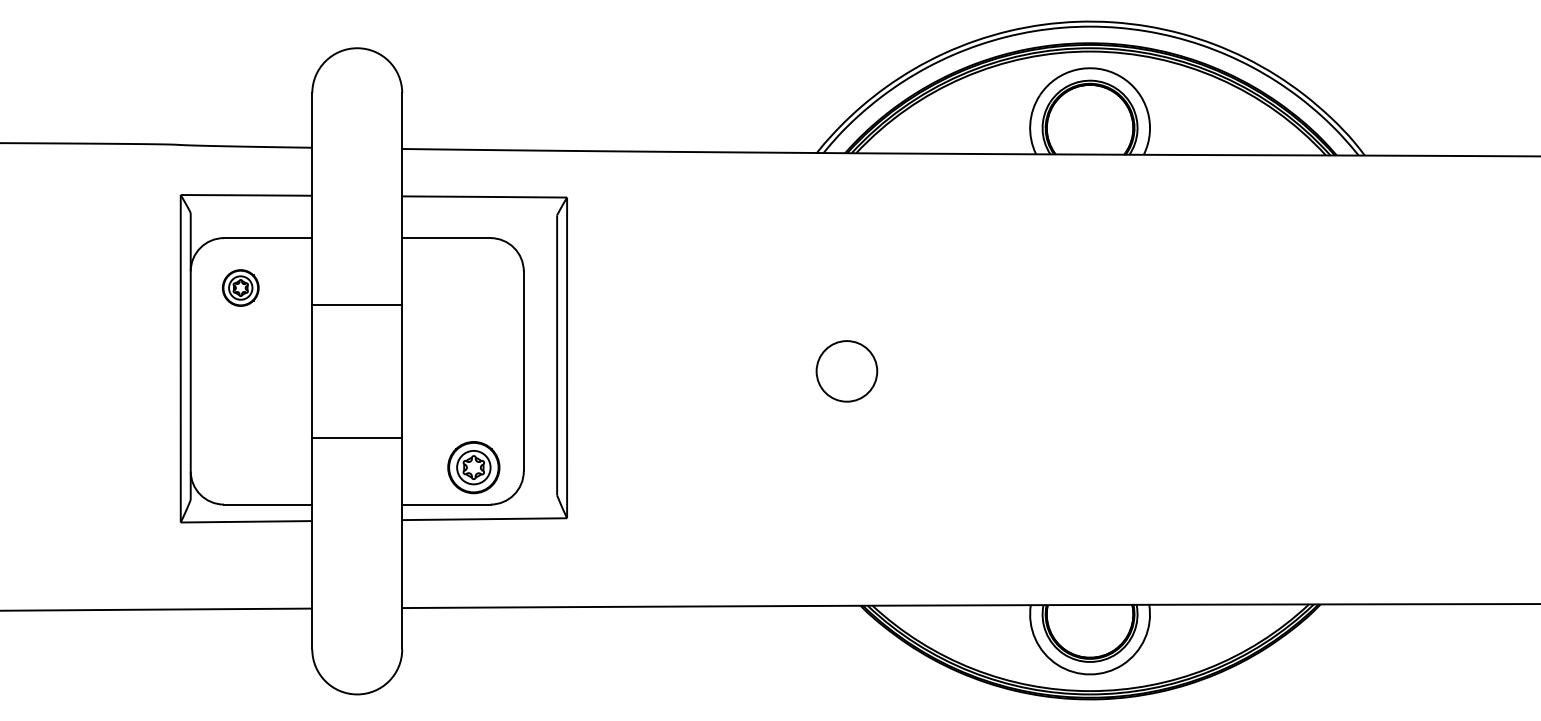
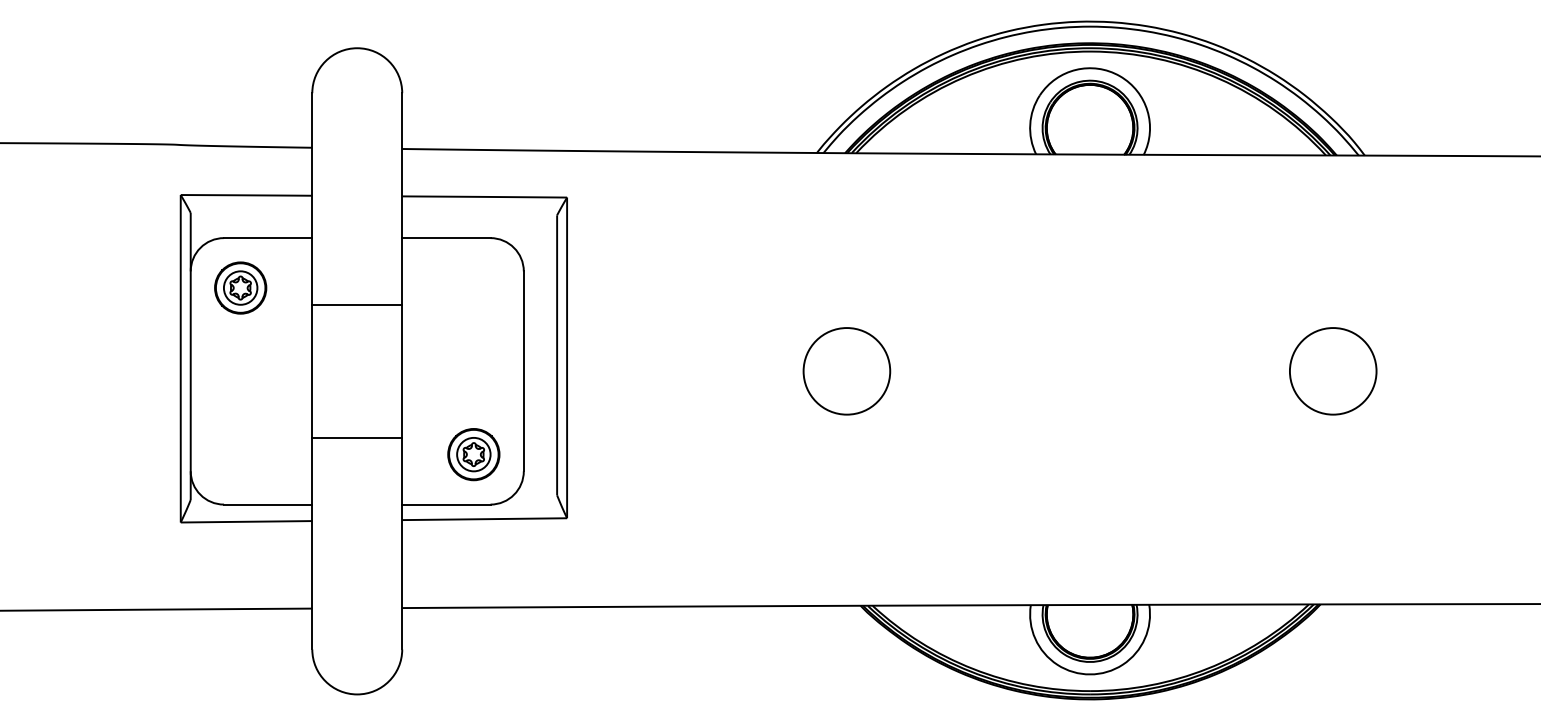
part at (240, 287) size: 38x38 px -> 54x54 px
circle at (846, 371) size: 64x63 px -> 90x89 px
circle at (1333, 371): none -> present
part at (473, 467) position: (473, 467) -> (473, 454)
